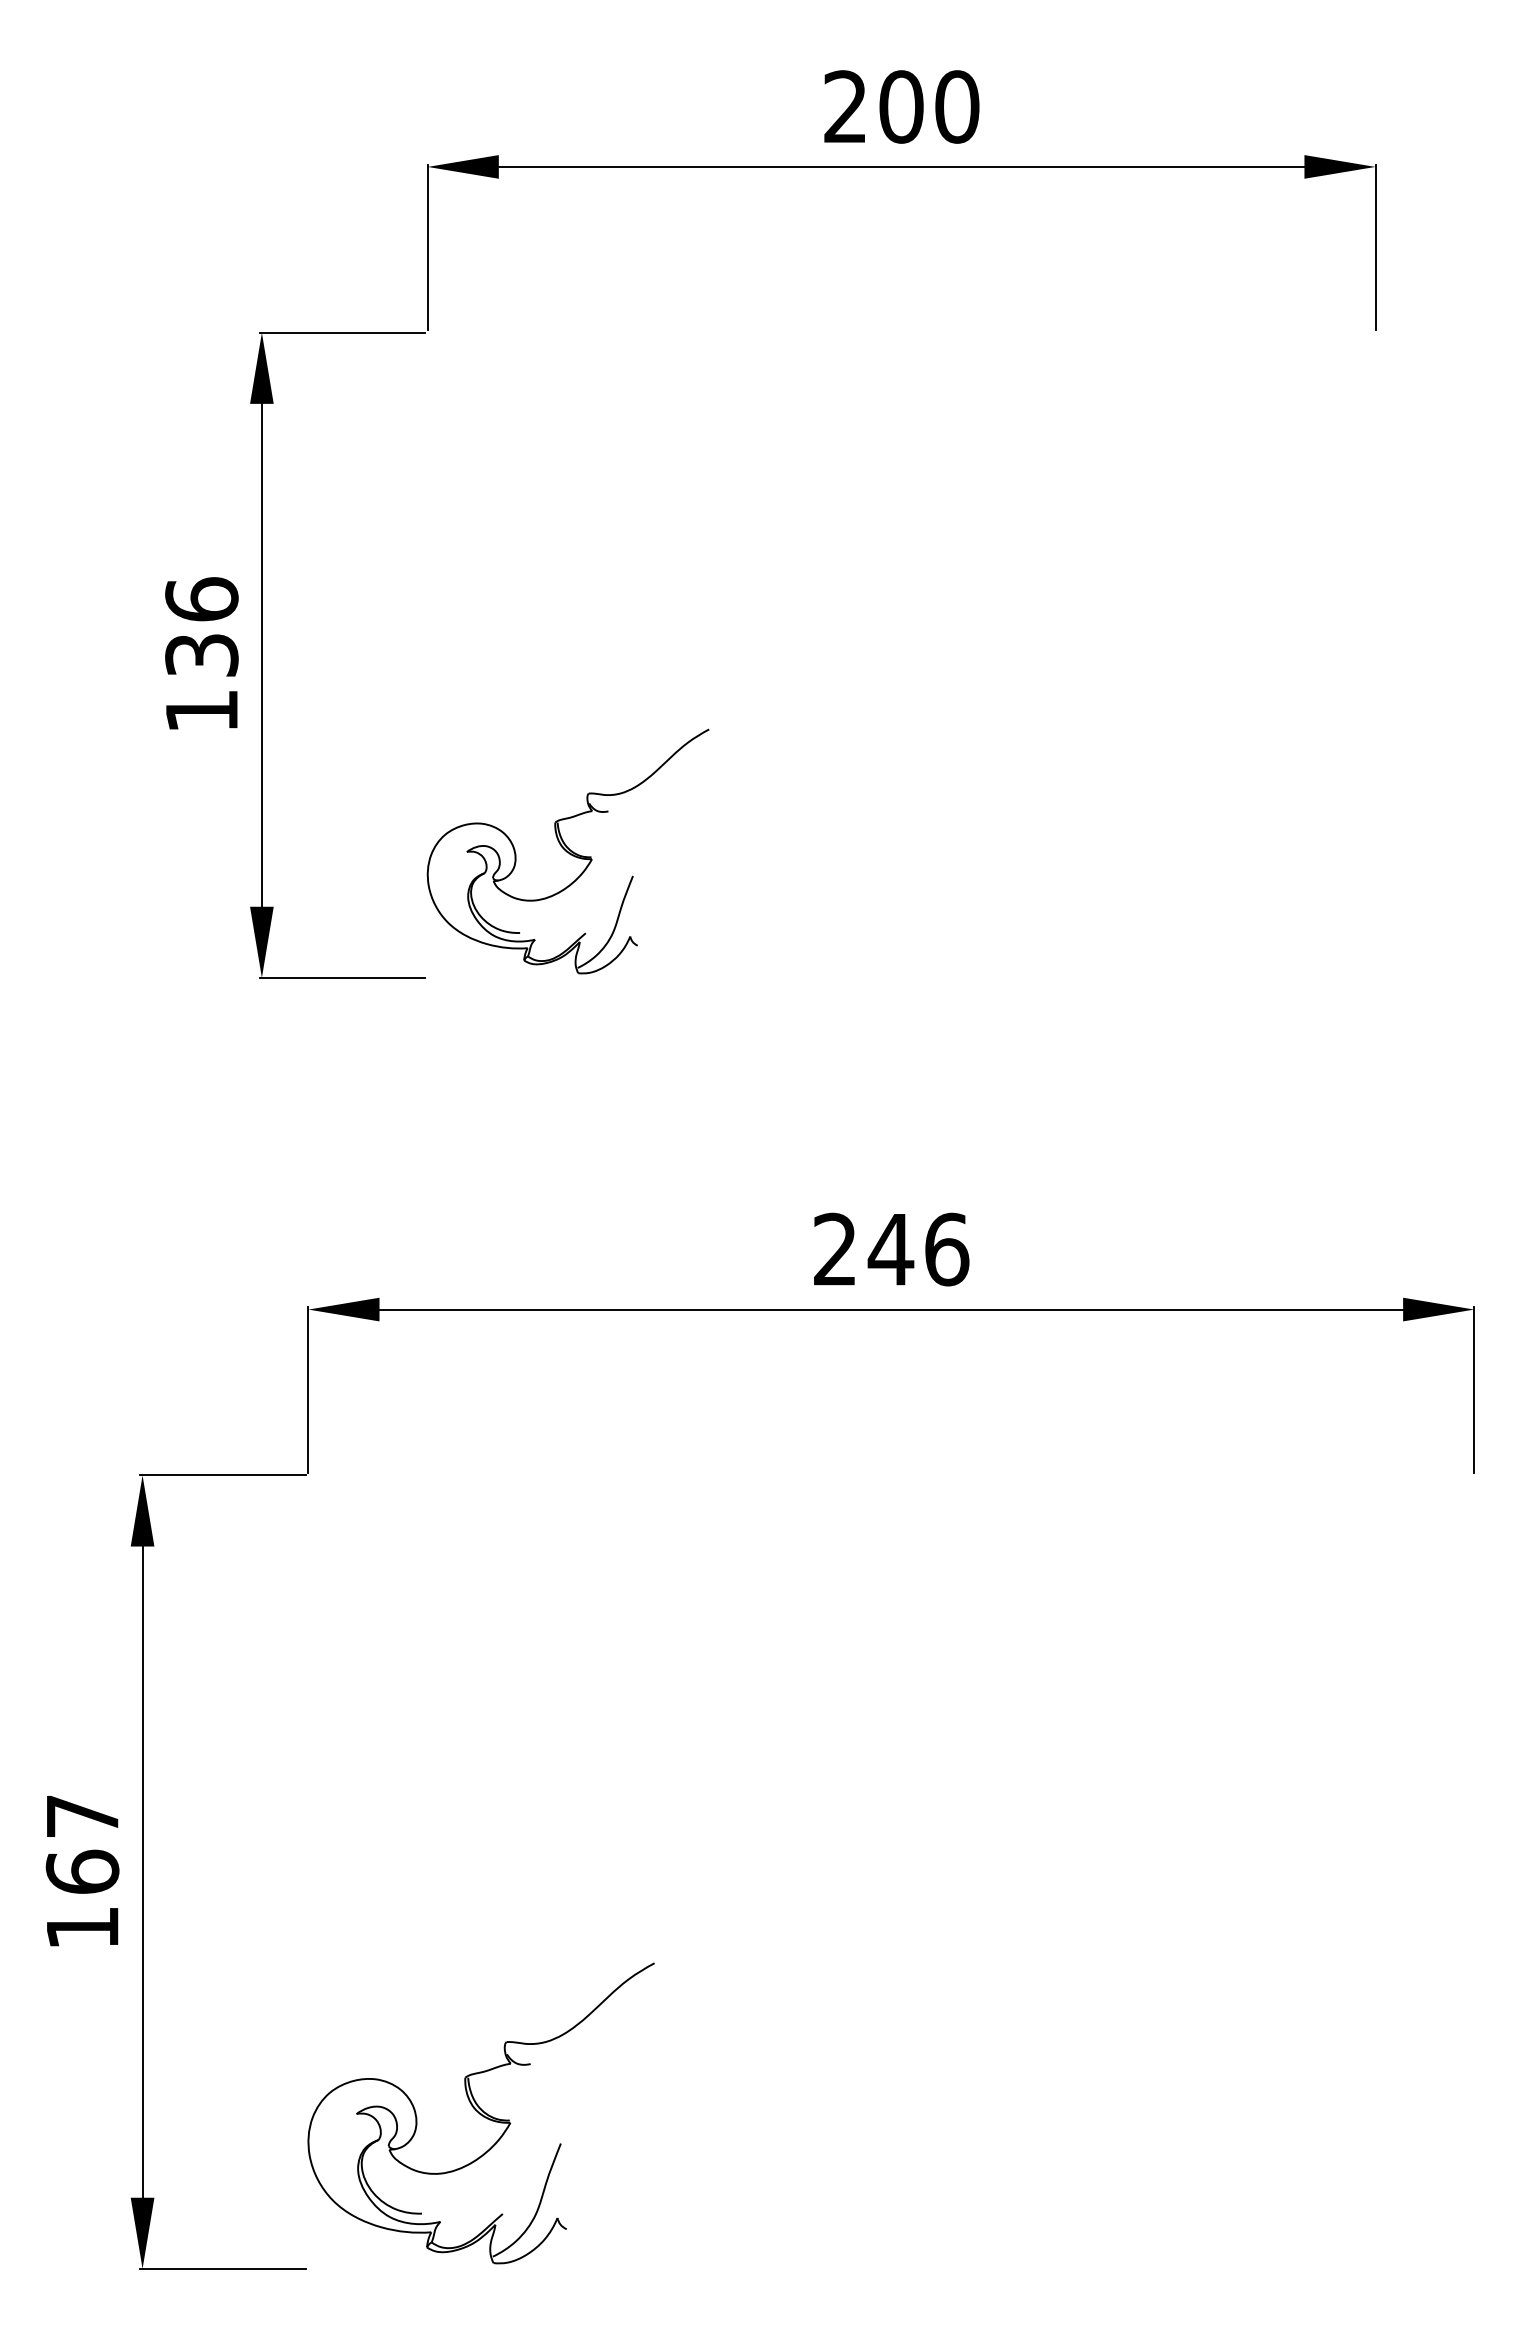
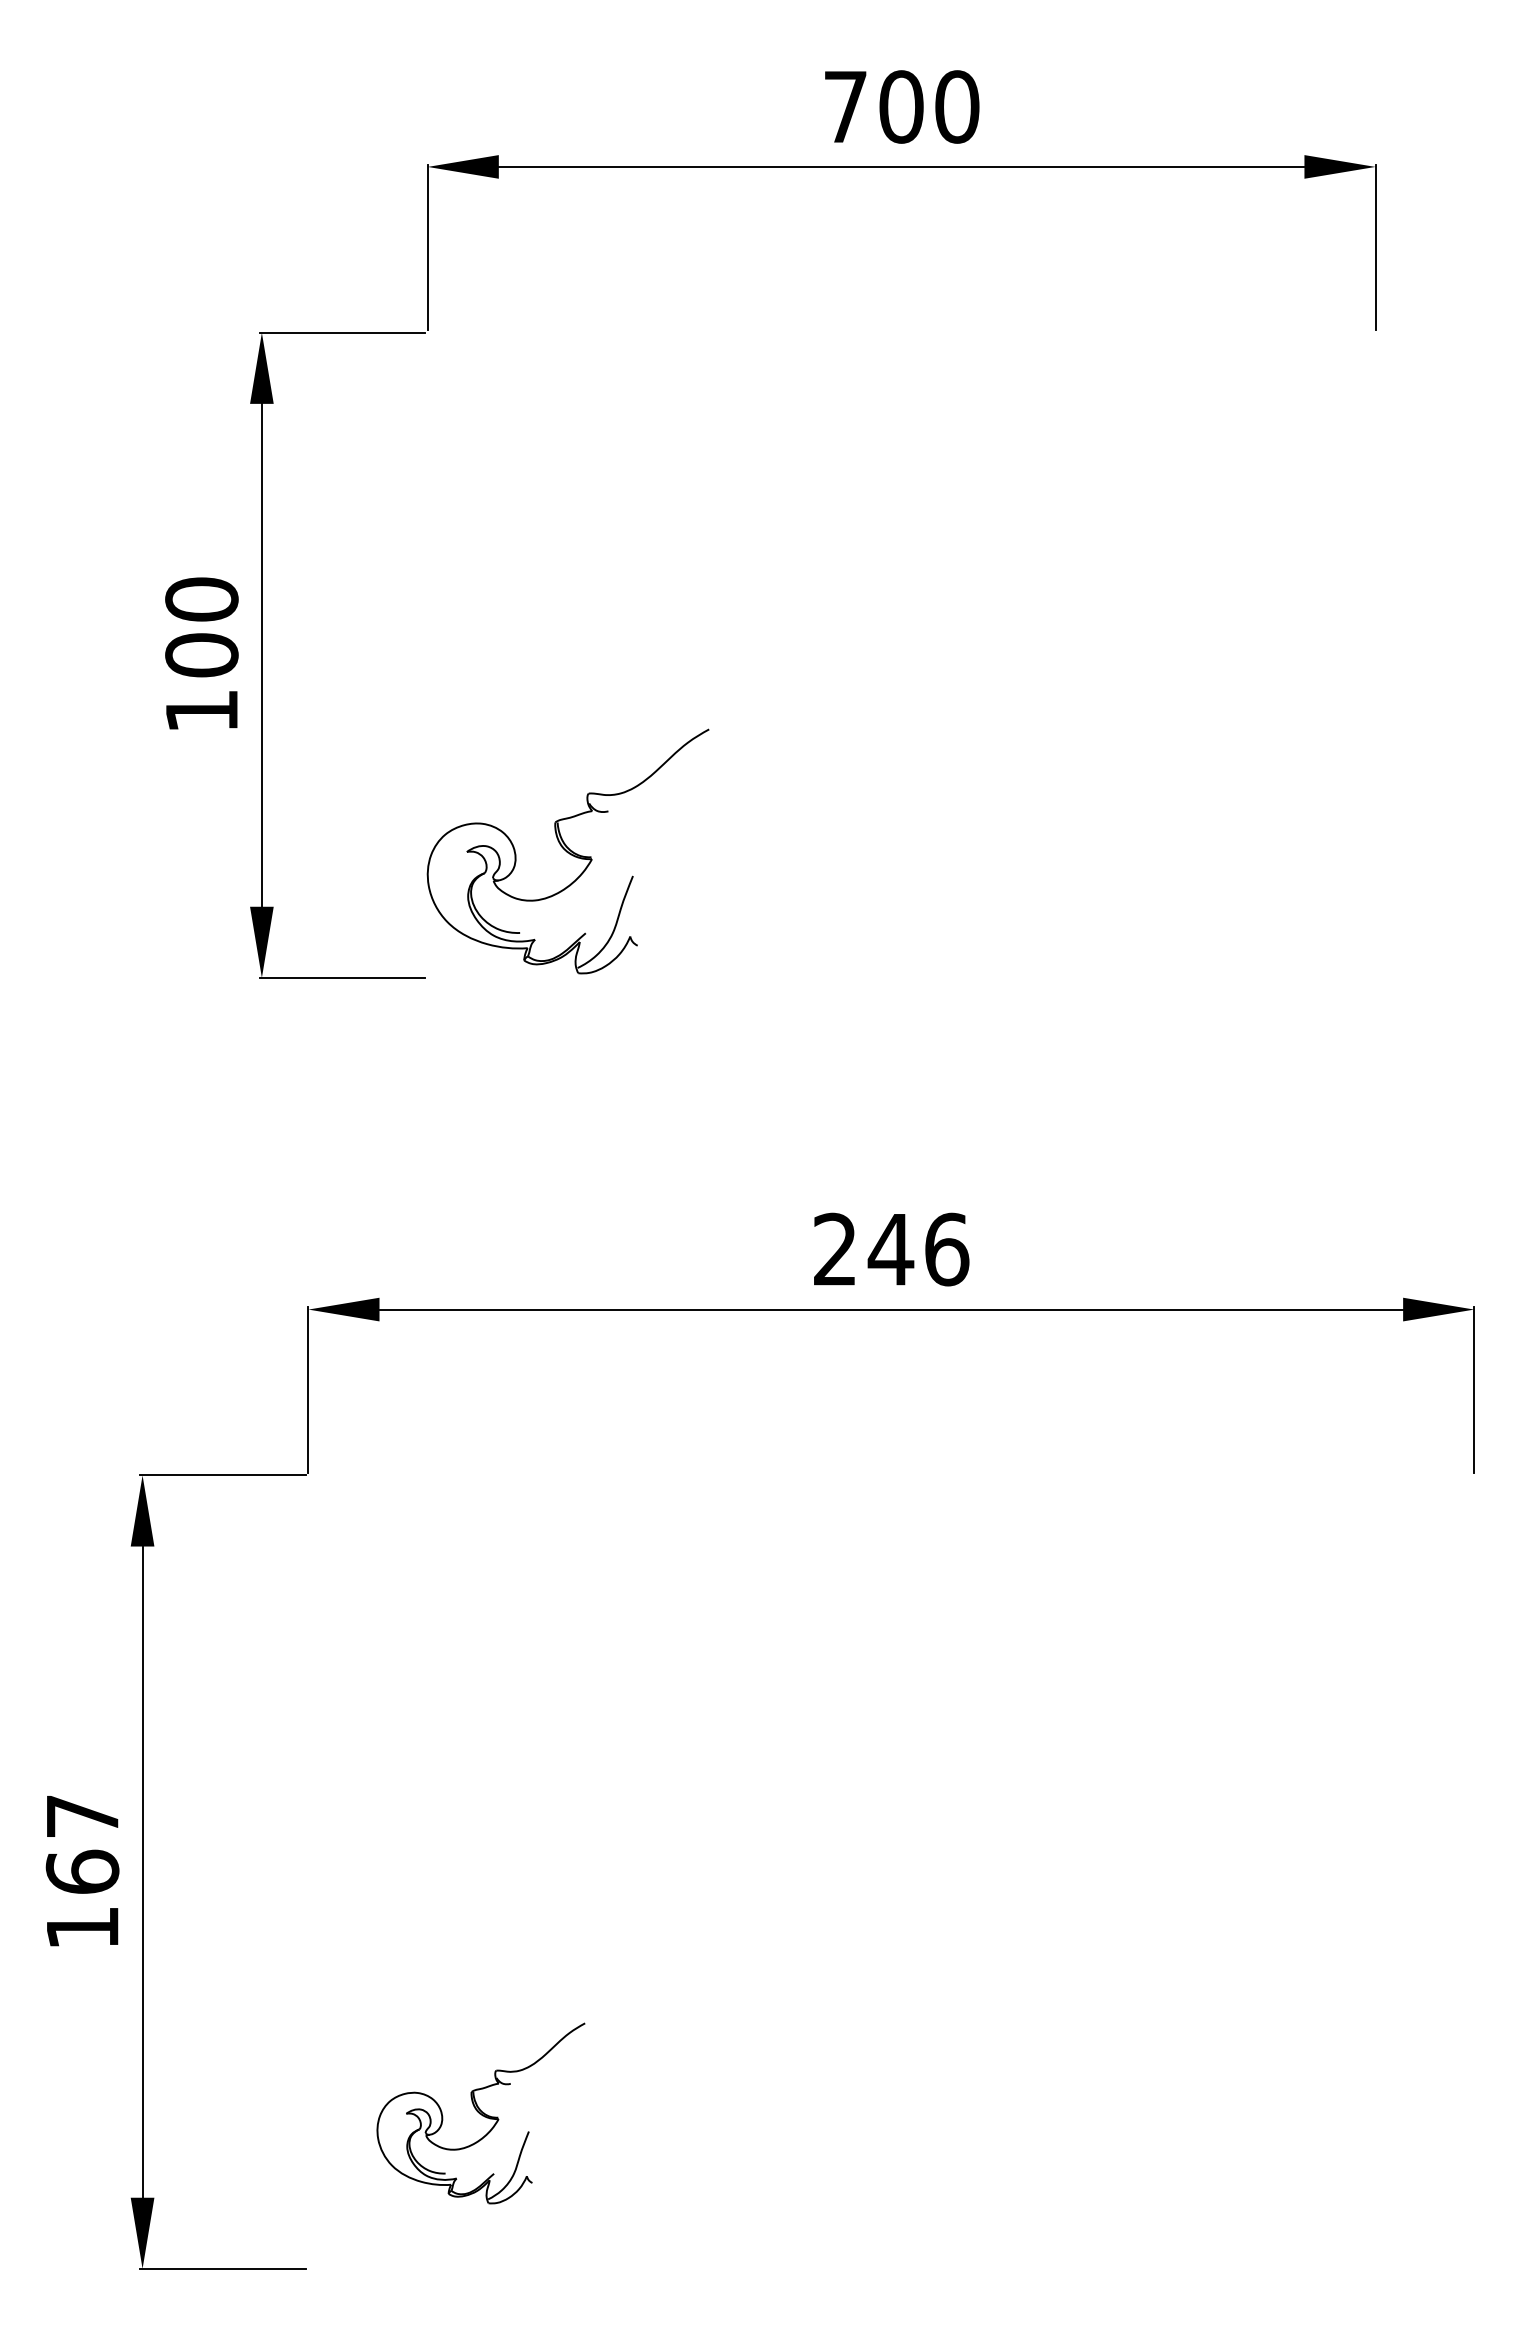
text at (845, 106): 200 -> 700
text at (201, 627): 136 -> 100
part at (480, 2113) size: 348x303 px -> 210x183 px
